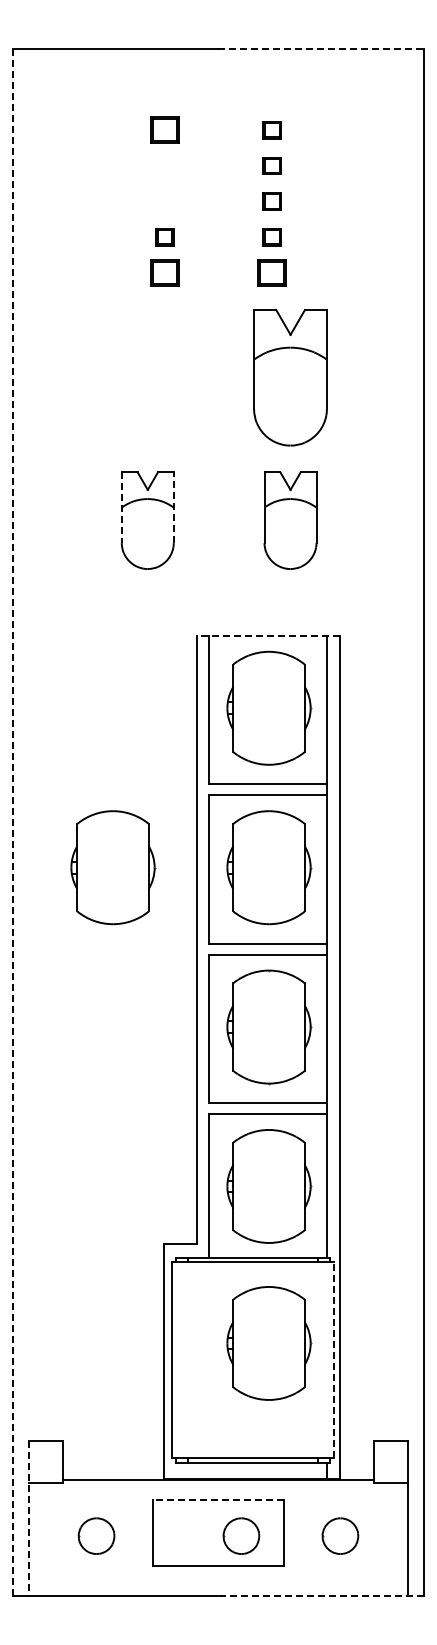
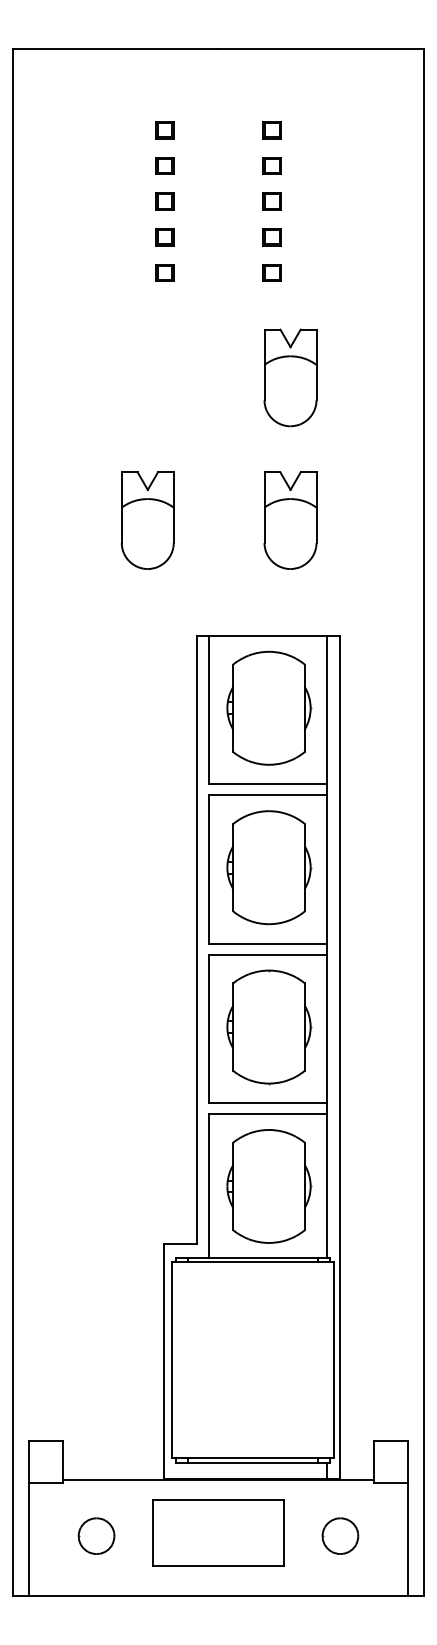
line at (321, 49): dashed -> solid
part at (164, 129) size: 30x28 px -> 20x19 px
part at (164, 165): none -> present
part at (164, 201): none -> present
part at (164, 272) size: 30x28 px -> 20x18 px
part at (271, 272) size: 30x28 px -> 20x18 px
part at (290, 377) size: 75x138 px -> 55x100 px
line at (173, 507): dashed -> solid
line at (121, 508): dashed -> solid
line at (267, 635): dashed -> solid
line at (13, 823): dashed -> solid
part at (113, 867): present -> none
part at (269, 1343): present -> none
line at (334, 1360): dashed -> solid
line at (217, 1500): dashed -> solid
line at (28, 1518): dashed -> solid
part at (241, 1535): present -> none
line at (321, 1595): dashed -> solid
